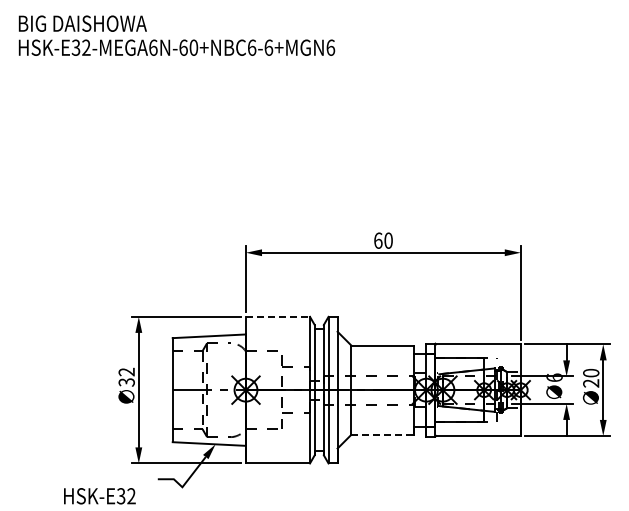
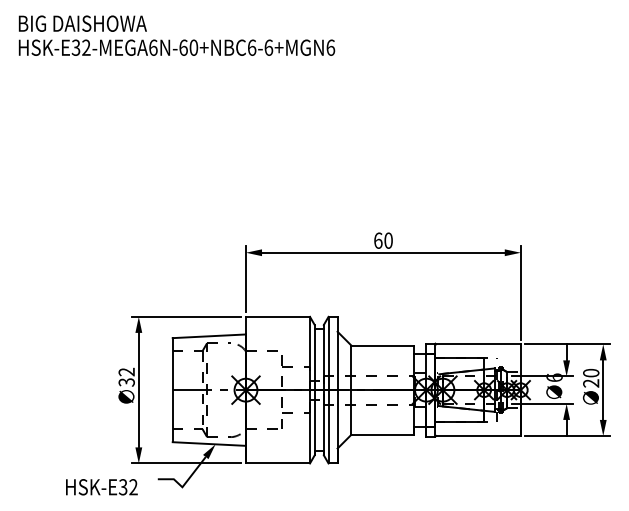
line at (278, 316): dashed -> solid
line at (382, 434): dashed -> solid
text at (99, 496) position: (99, 496) -> (101, 487)
